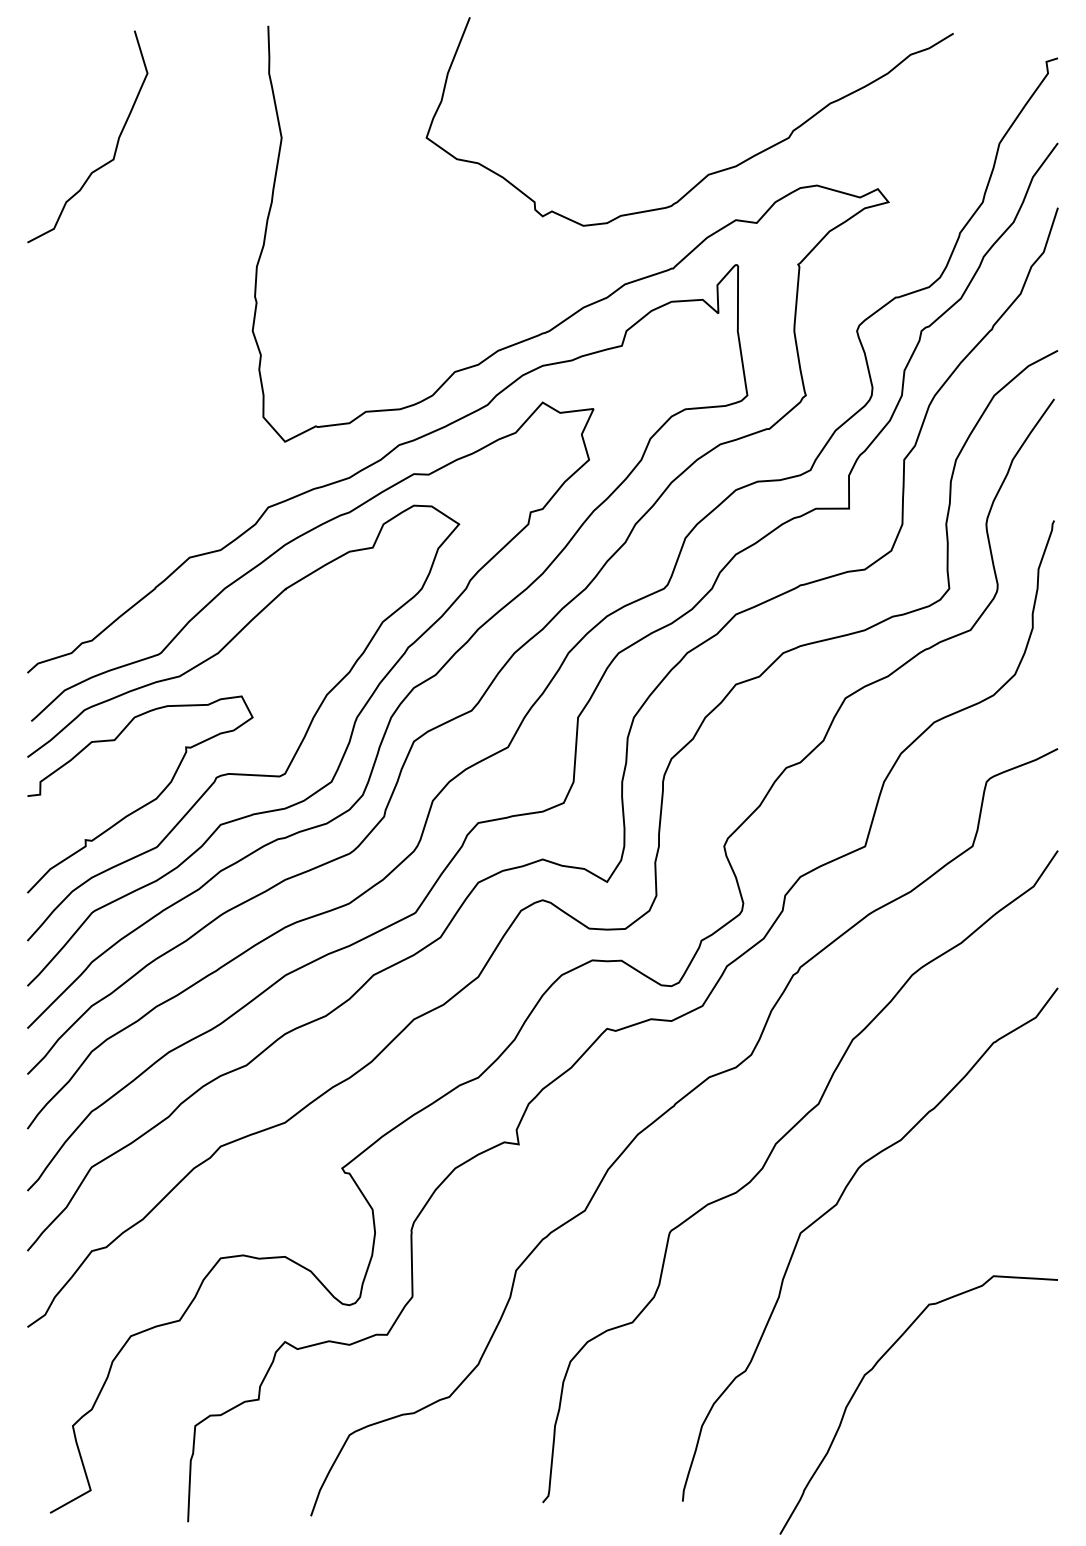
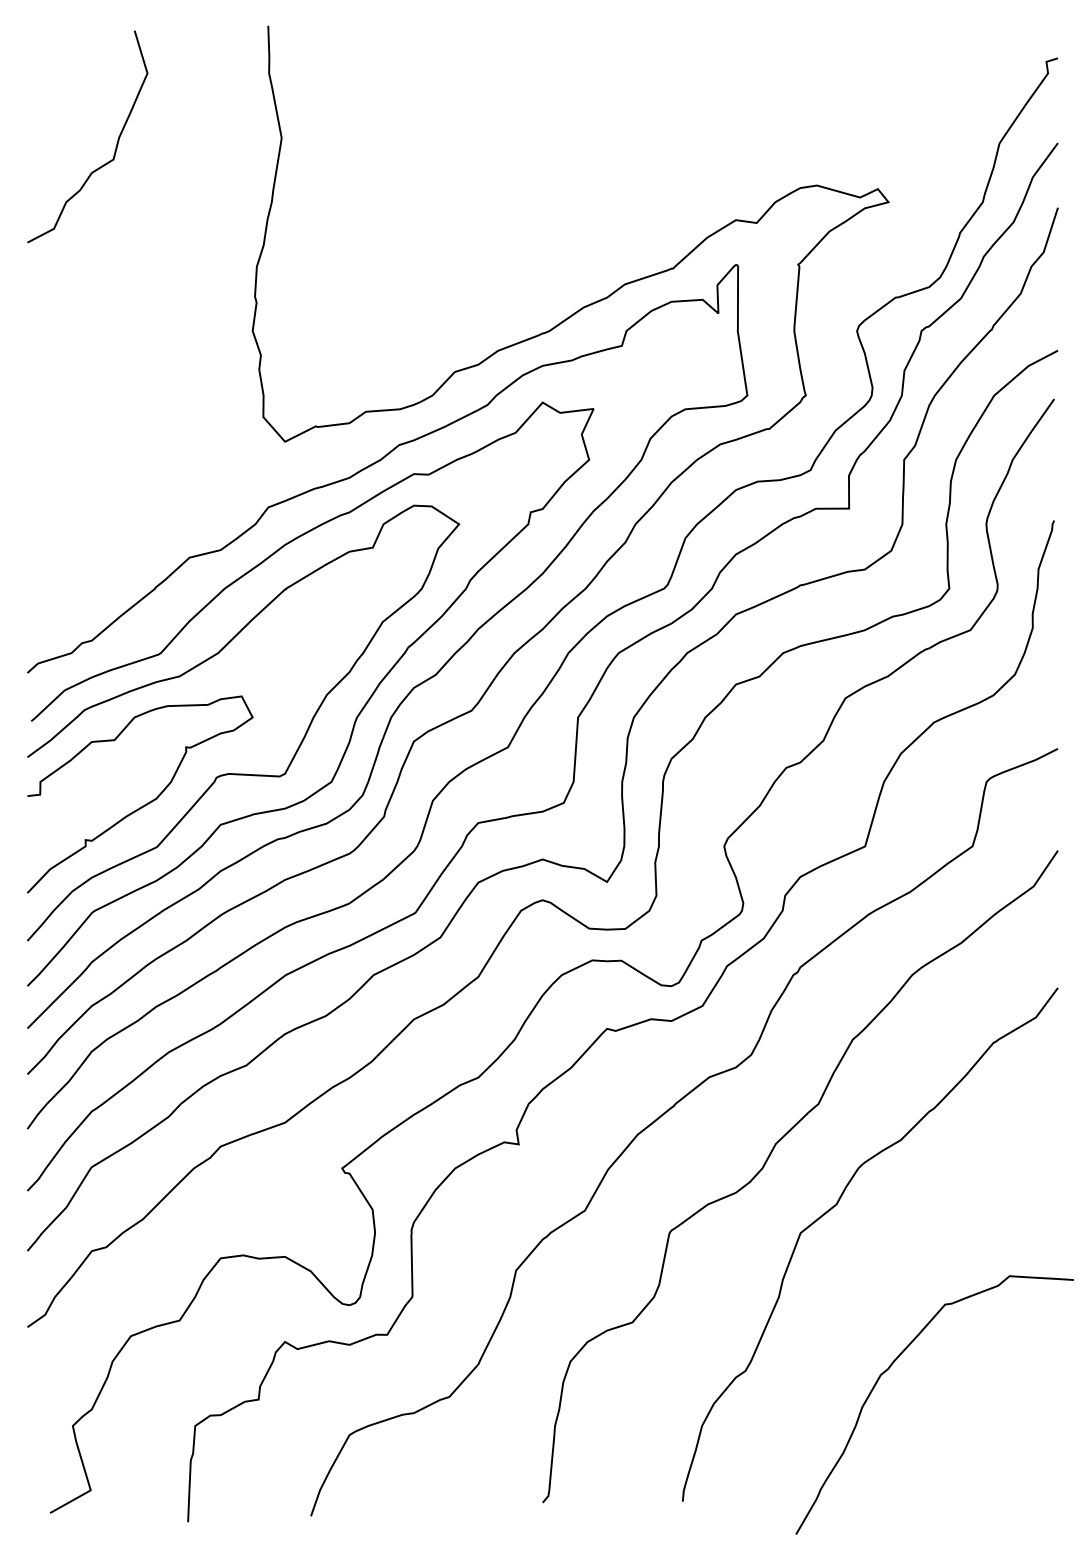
curve at (708, 173): present -> none
curve at (875, 1366) position: (875, 1366) -> (891, 1366)
